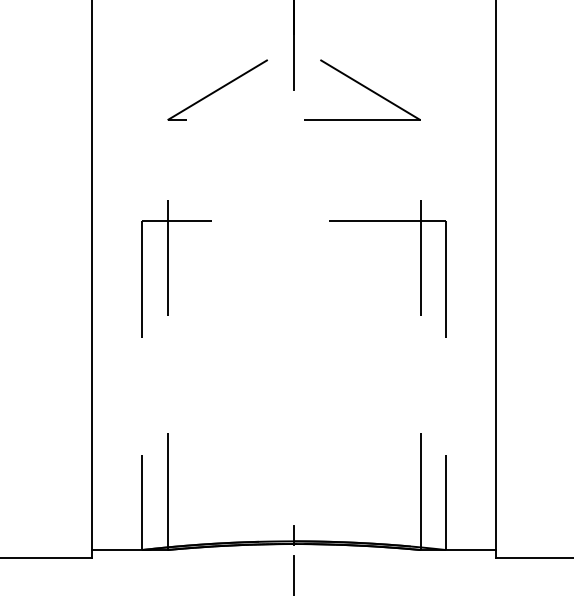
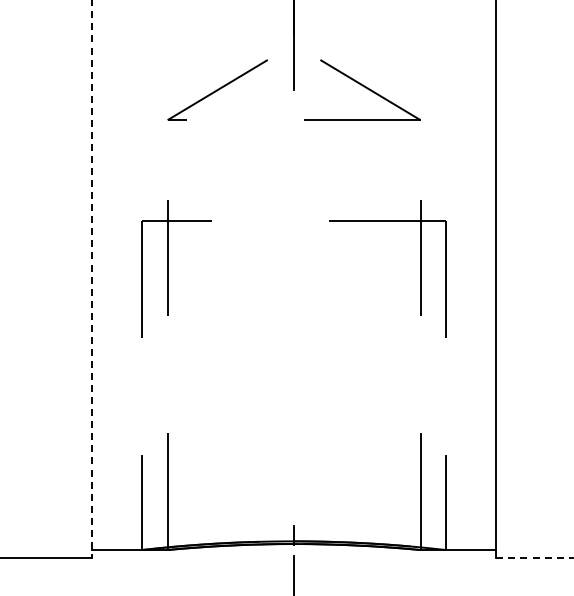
line at (91, 279): solid -> dashed
line at (535, 557): solid -> dashed
